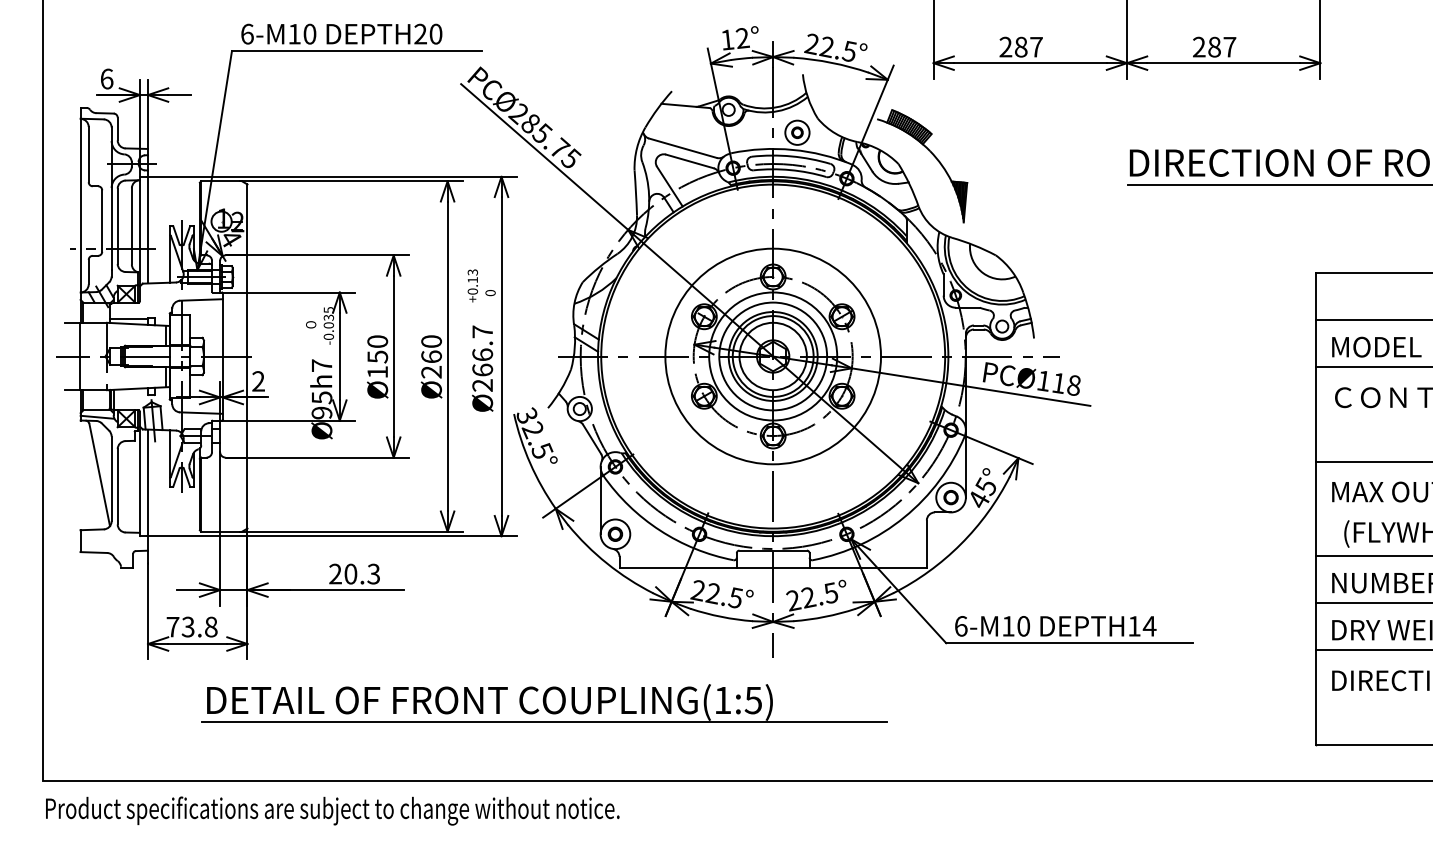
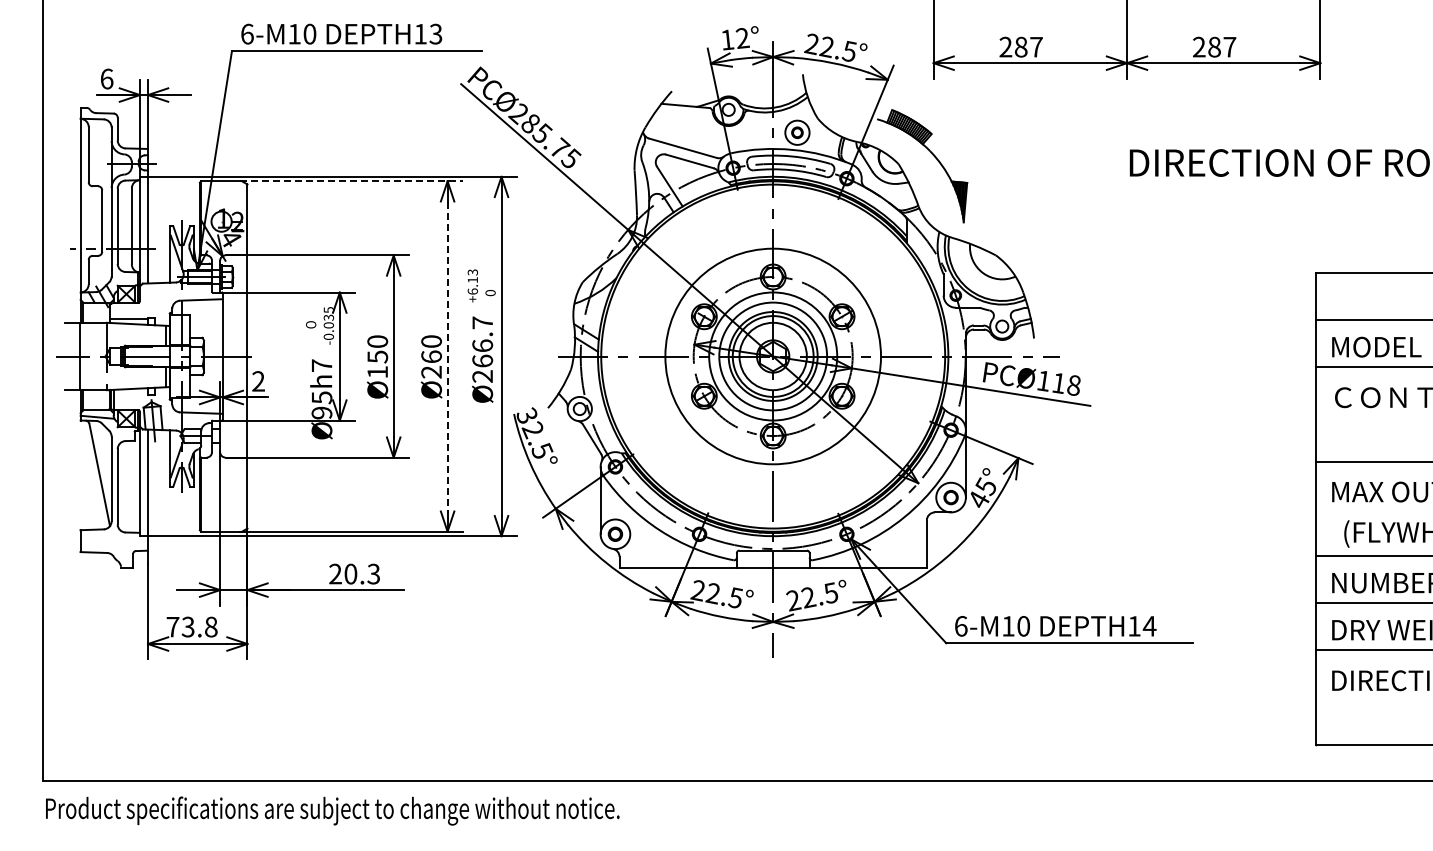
text at (428, 33): DEPTH20 -> DEPTH13
line at (351, 181): solid -> dashed
line at (1278, 184): present -> none
text at (472, 291): +0.13 -> +6.13
line at (447, 356): solid -> dashed
text at (482, 368) position: (482, 368) -> (482, 359)
part at (544, 703): present -> none
